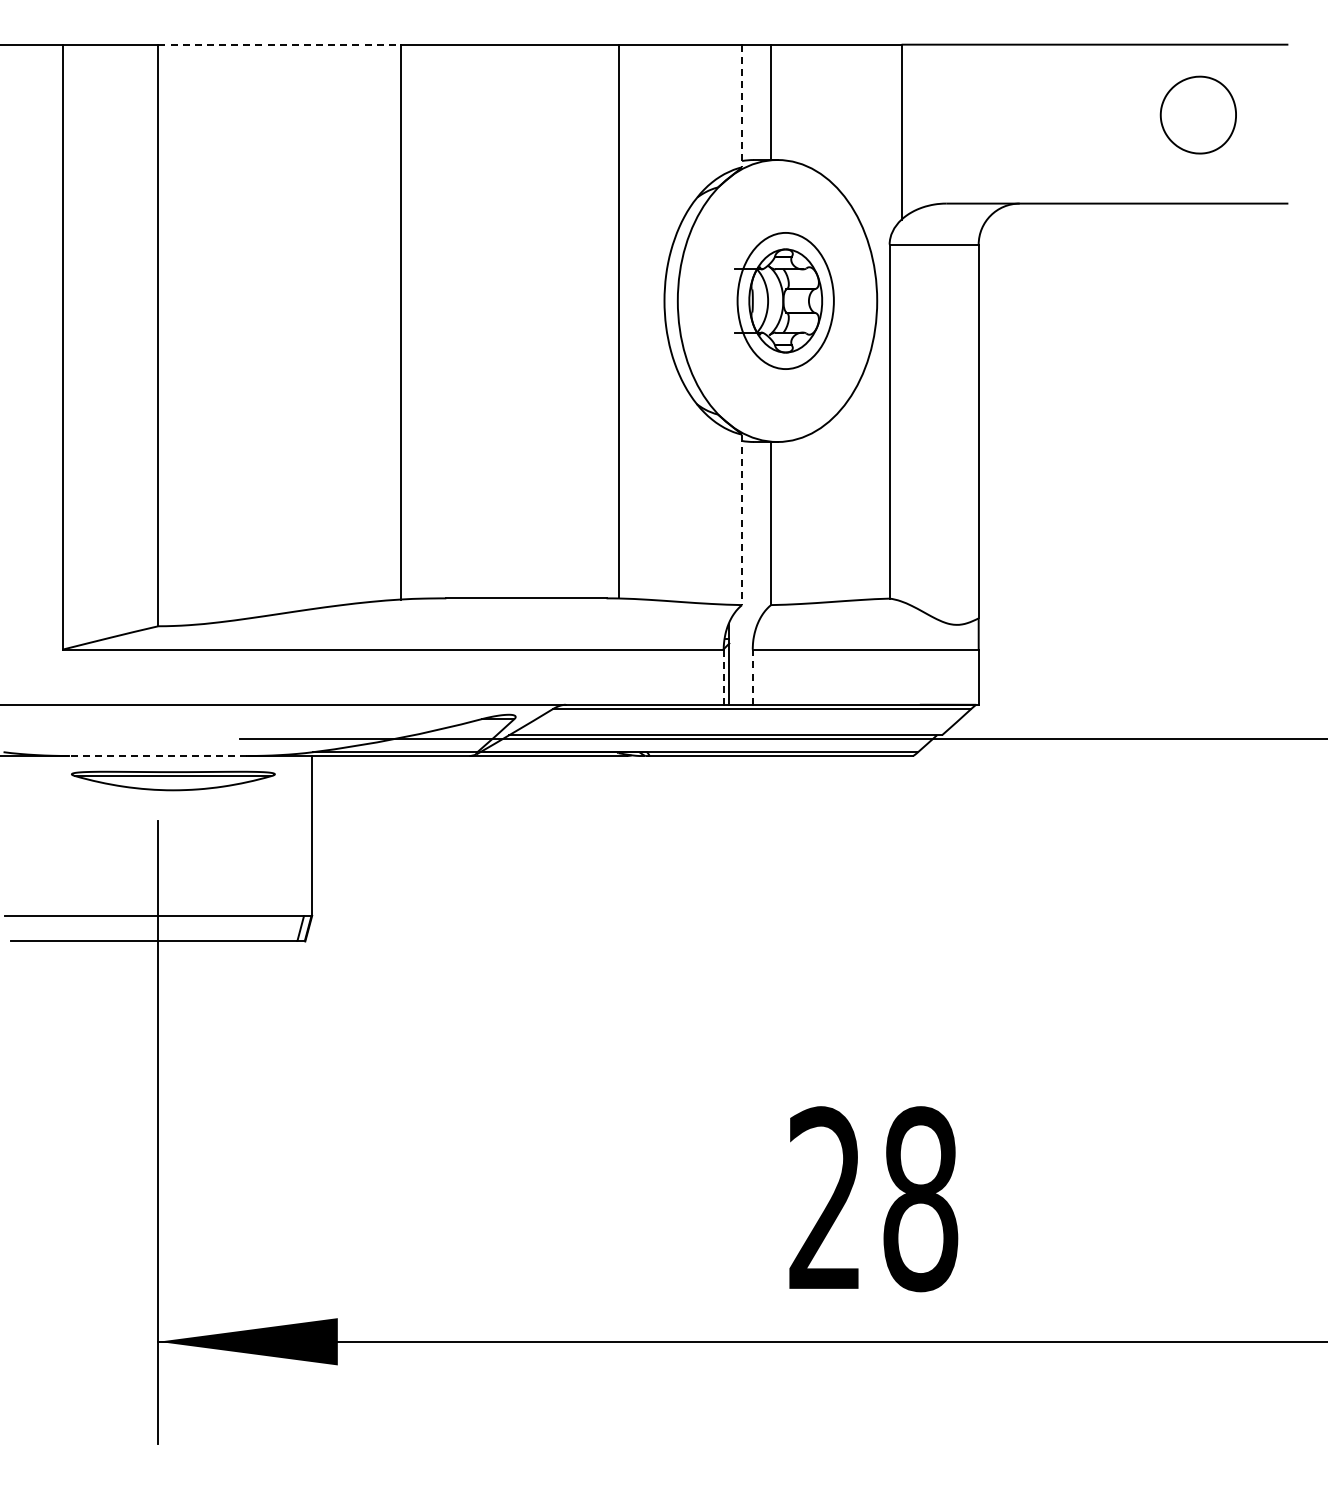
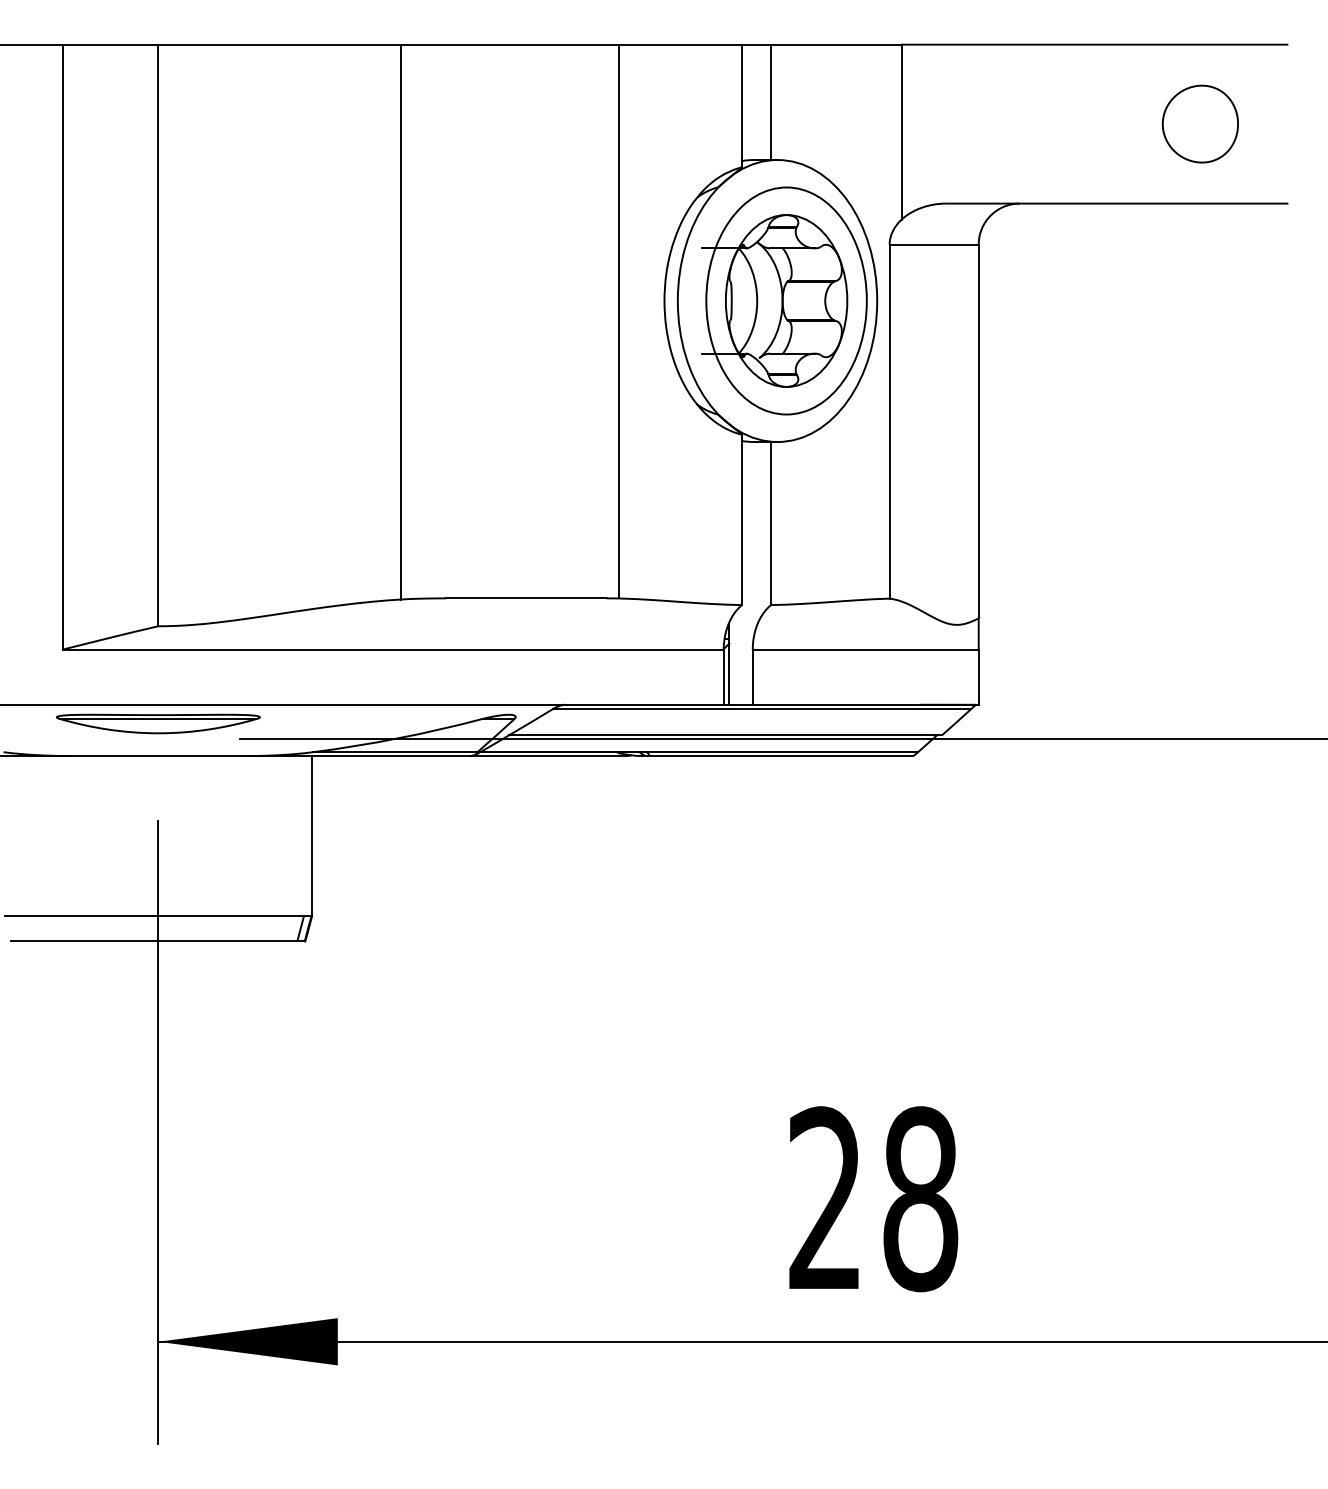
line at (280, 44): dashed -> solid
line at (742, 106): dashed -> solid
part at (1197, 114) position: (1197, 114) -> (1199, 123)
part at (784, 300) size: 101x138 px -> 167x230 px
line at (742, 520): dashed -> solid
line at (723, 677): dashed -> solid
line at (752, 677): dashed -> solid
line at (157, 756): dashed -> solid
part at (173, 780) position: (173, 780) -> (158, 723)
